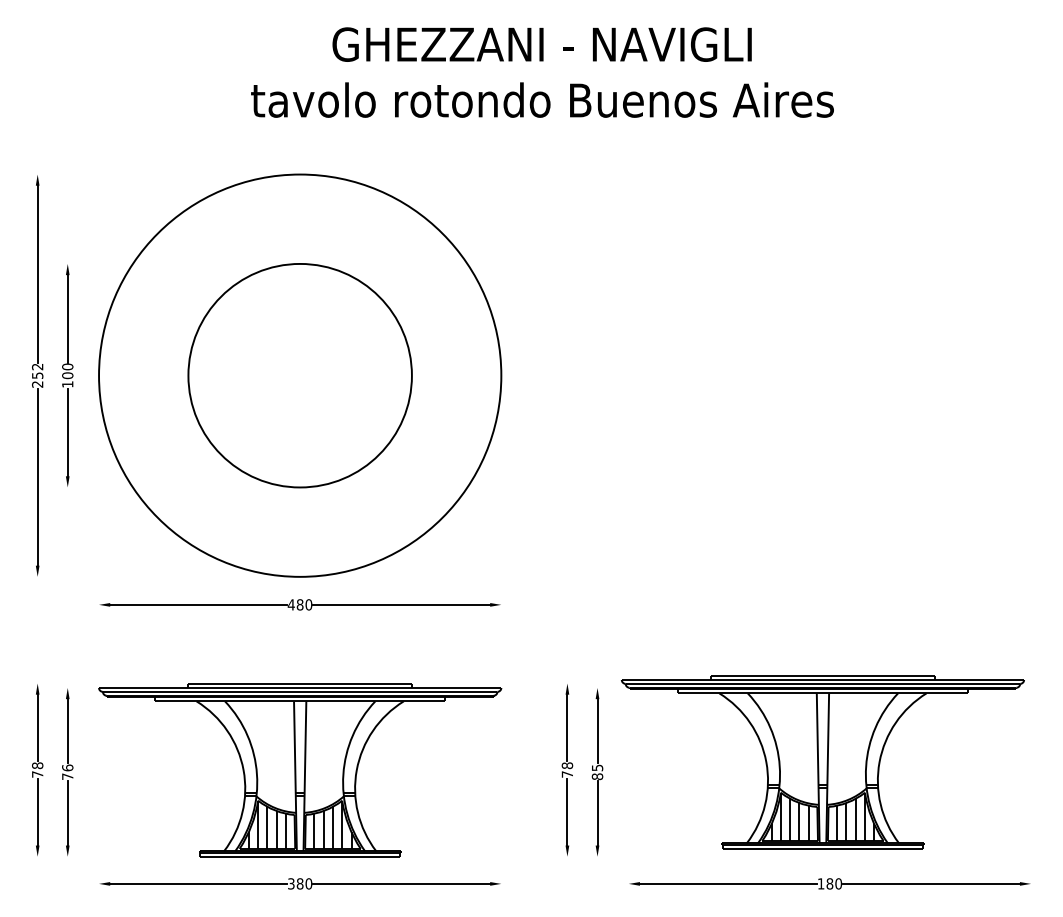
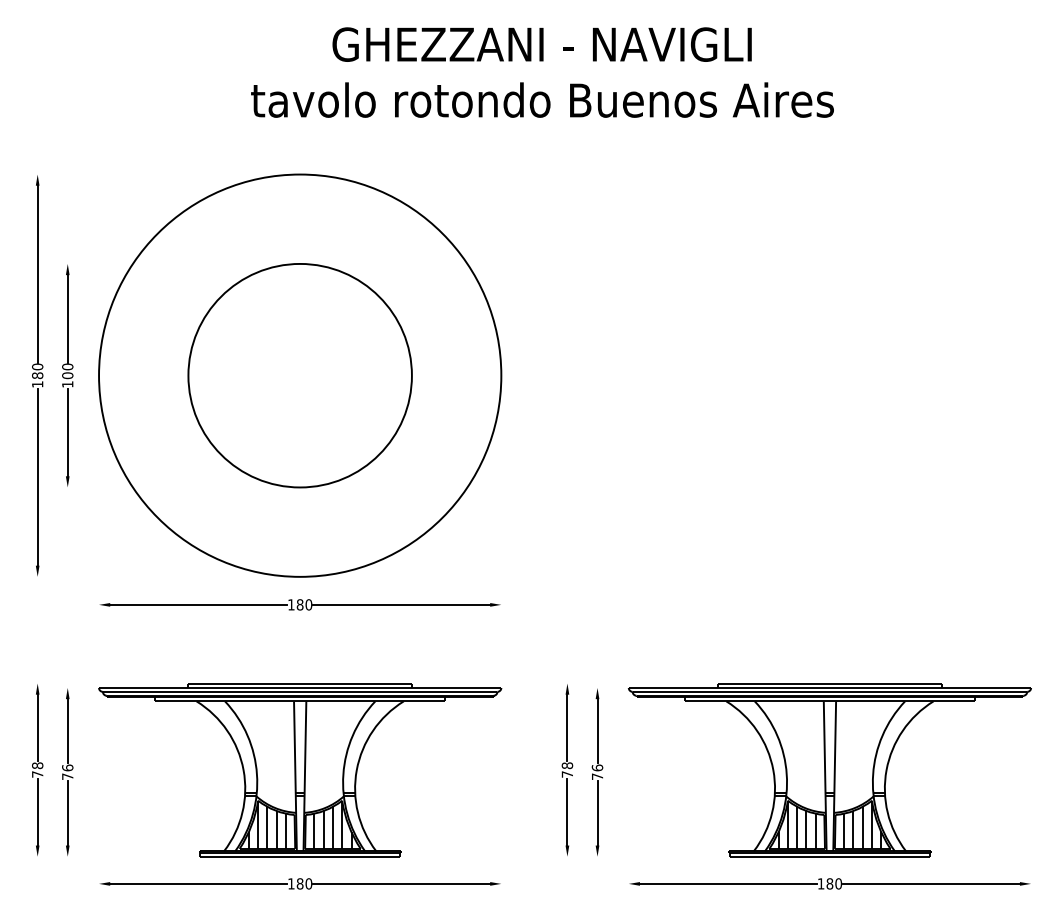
text at (37, 375): 252 -> 180
text at (290, 604): 480 -> 180
part at (822, 762) position: (822, 762) -> (829, 770)
text at (597, 772): 85 -> 76
text at (291, 883): 380 -> 180
